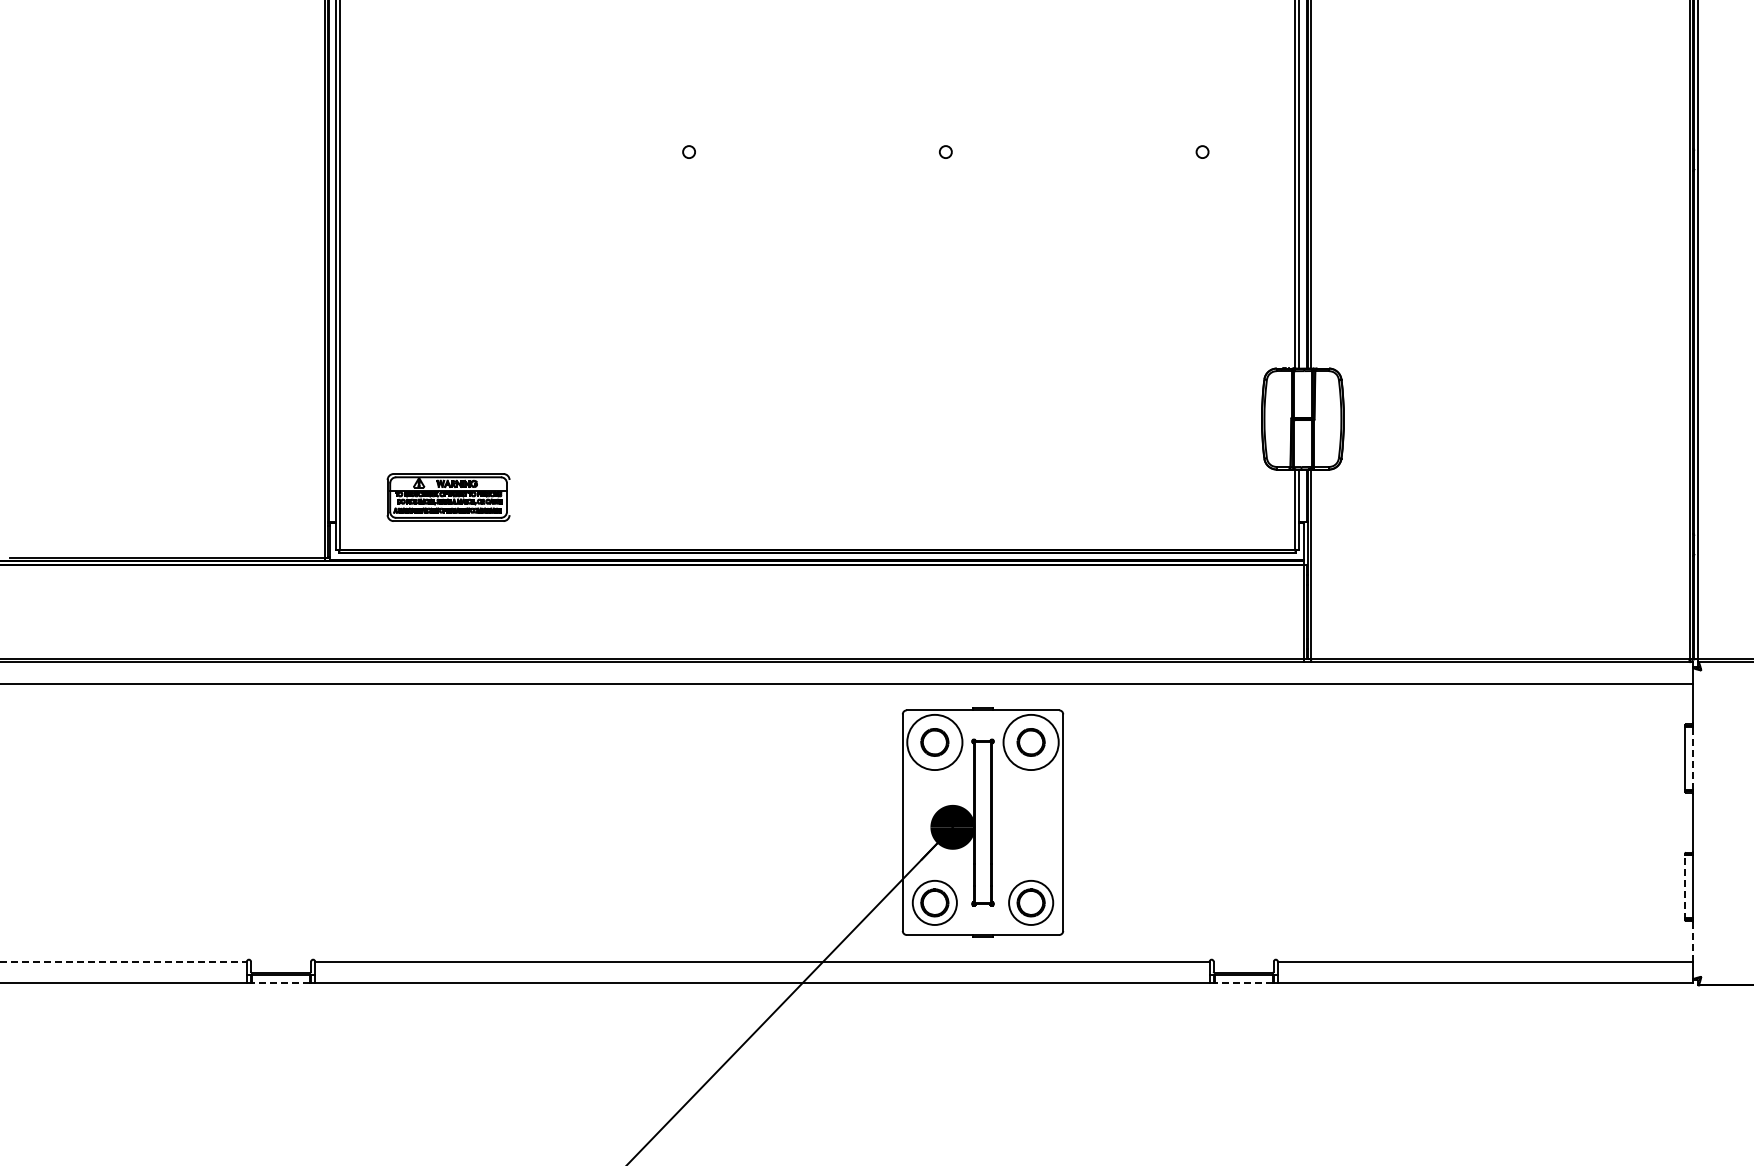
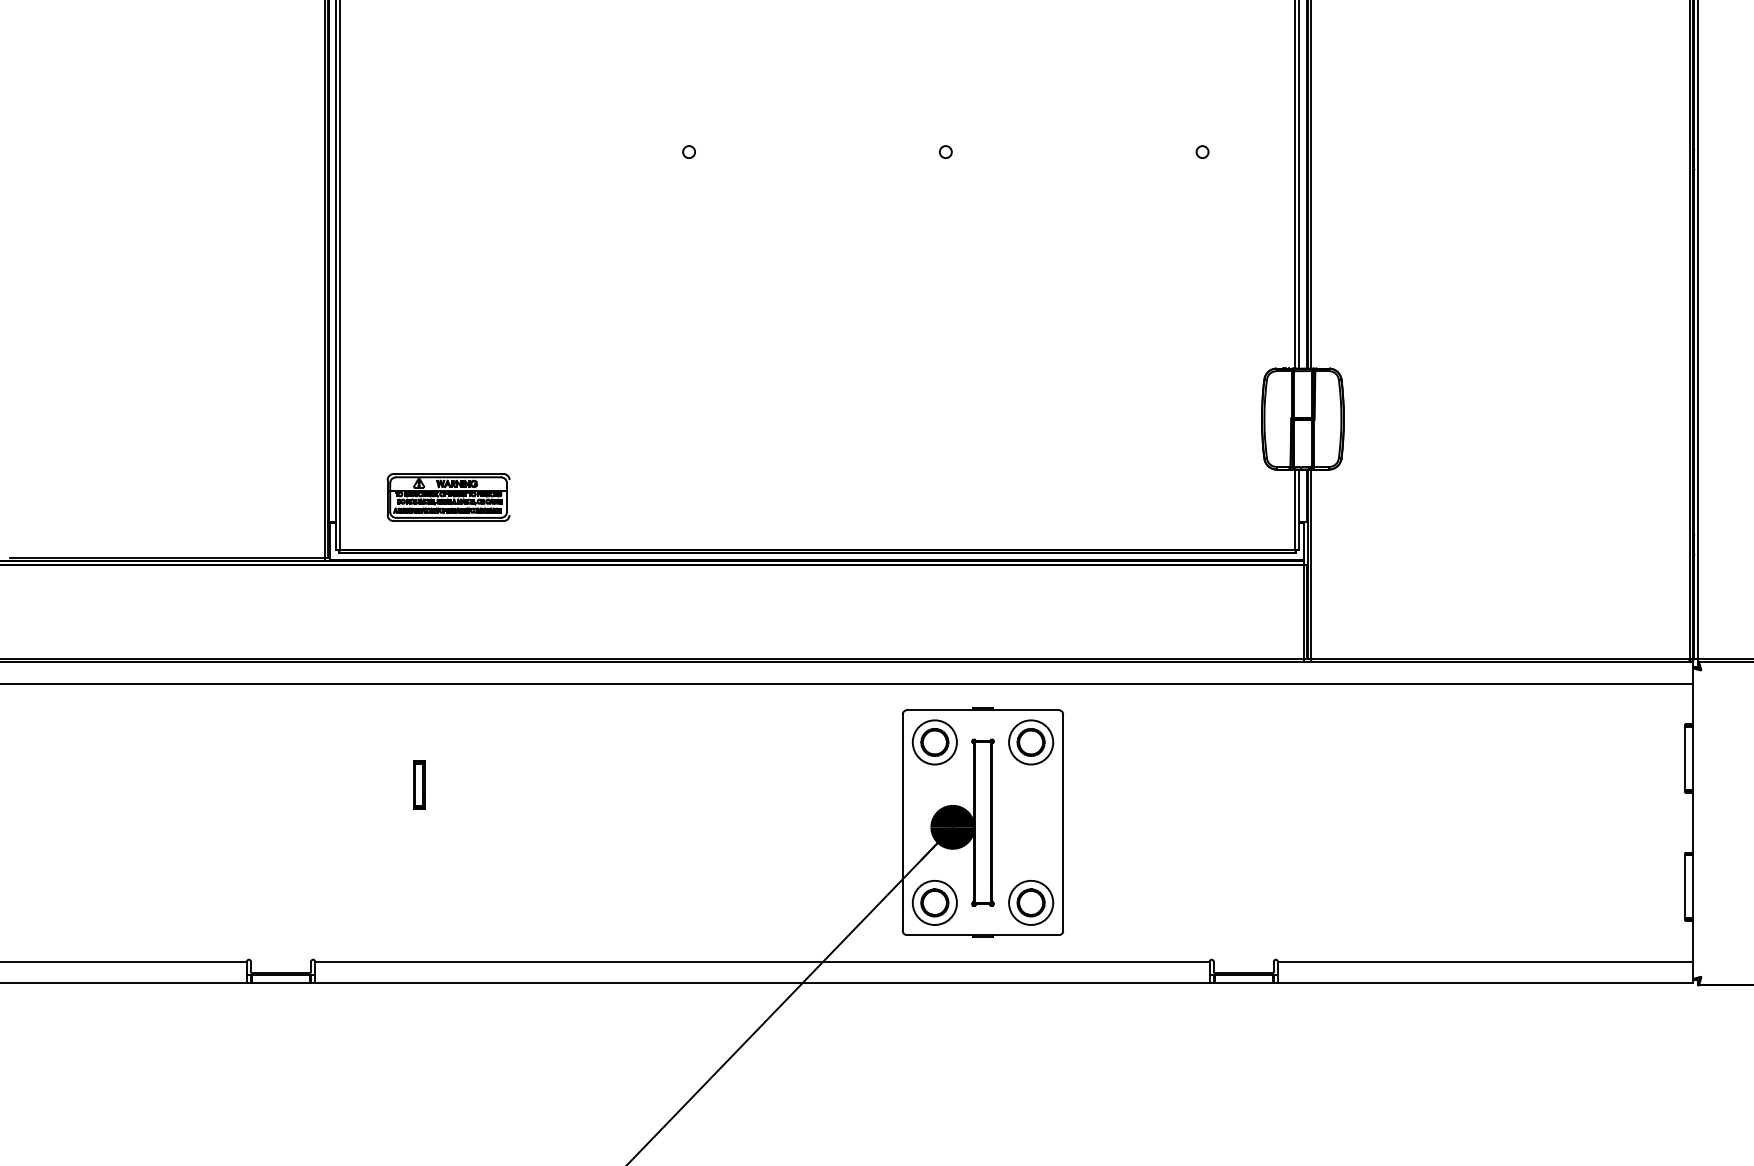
circle at (934, 742) diameter: 55 px -> 44 px
circle at (1030, 742) diameter: 55 px -> 44 px
line at (1693, 758): dashed -> solid
part at (419, 784): none -> present
line at (1685, 886): dashed -> solid
line at (1693, 941): dashed -> solid
line at (124, 961): dashed -> solid
line at (280, 983): dashed -> solid
line at (1243, 983): dashed -> solid
